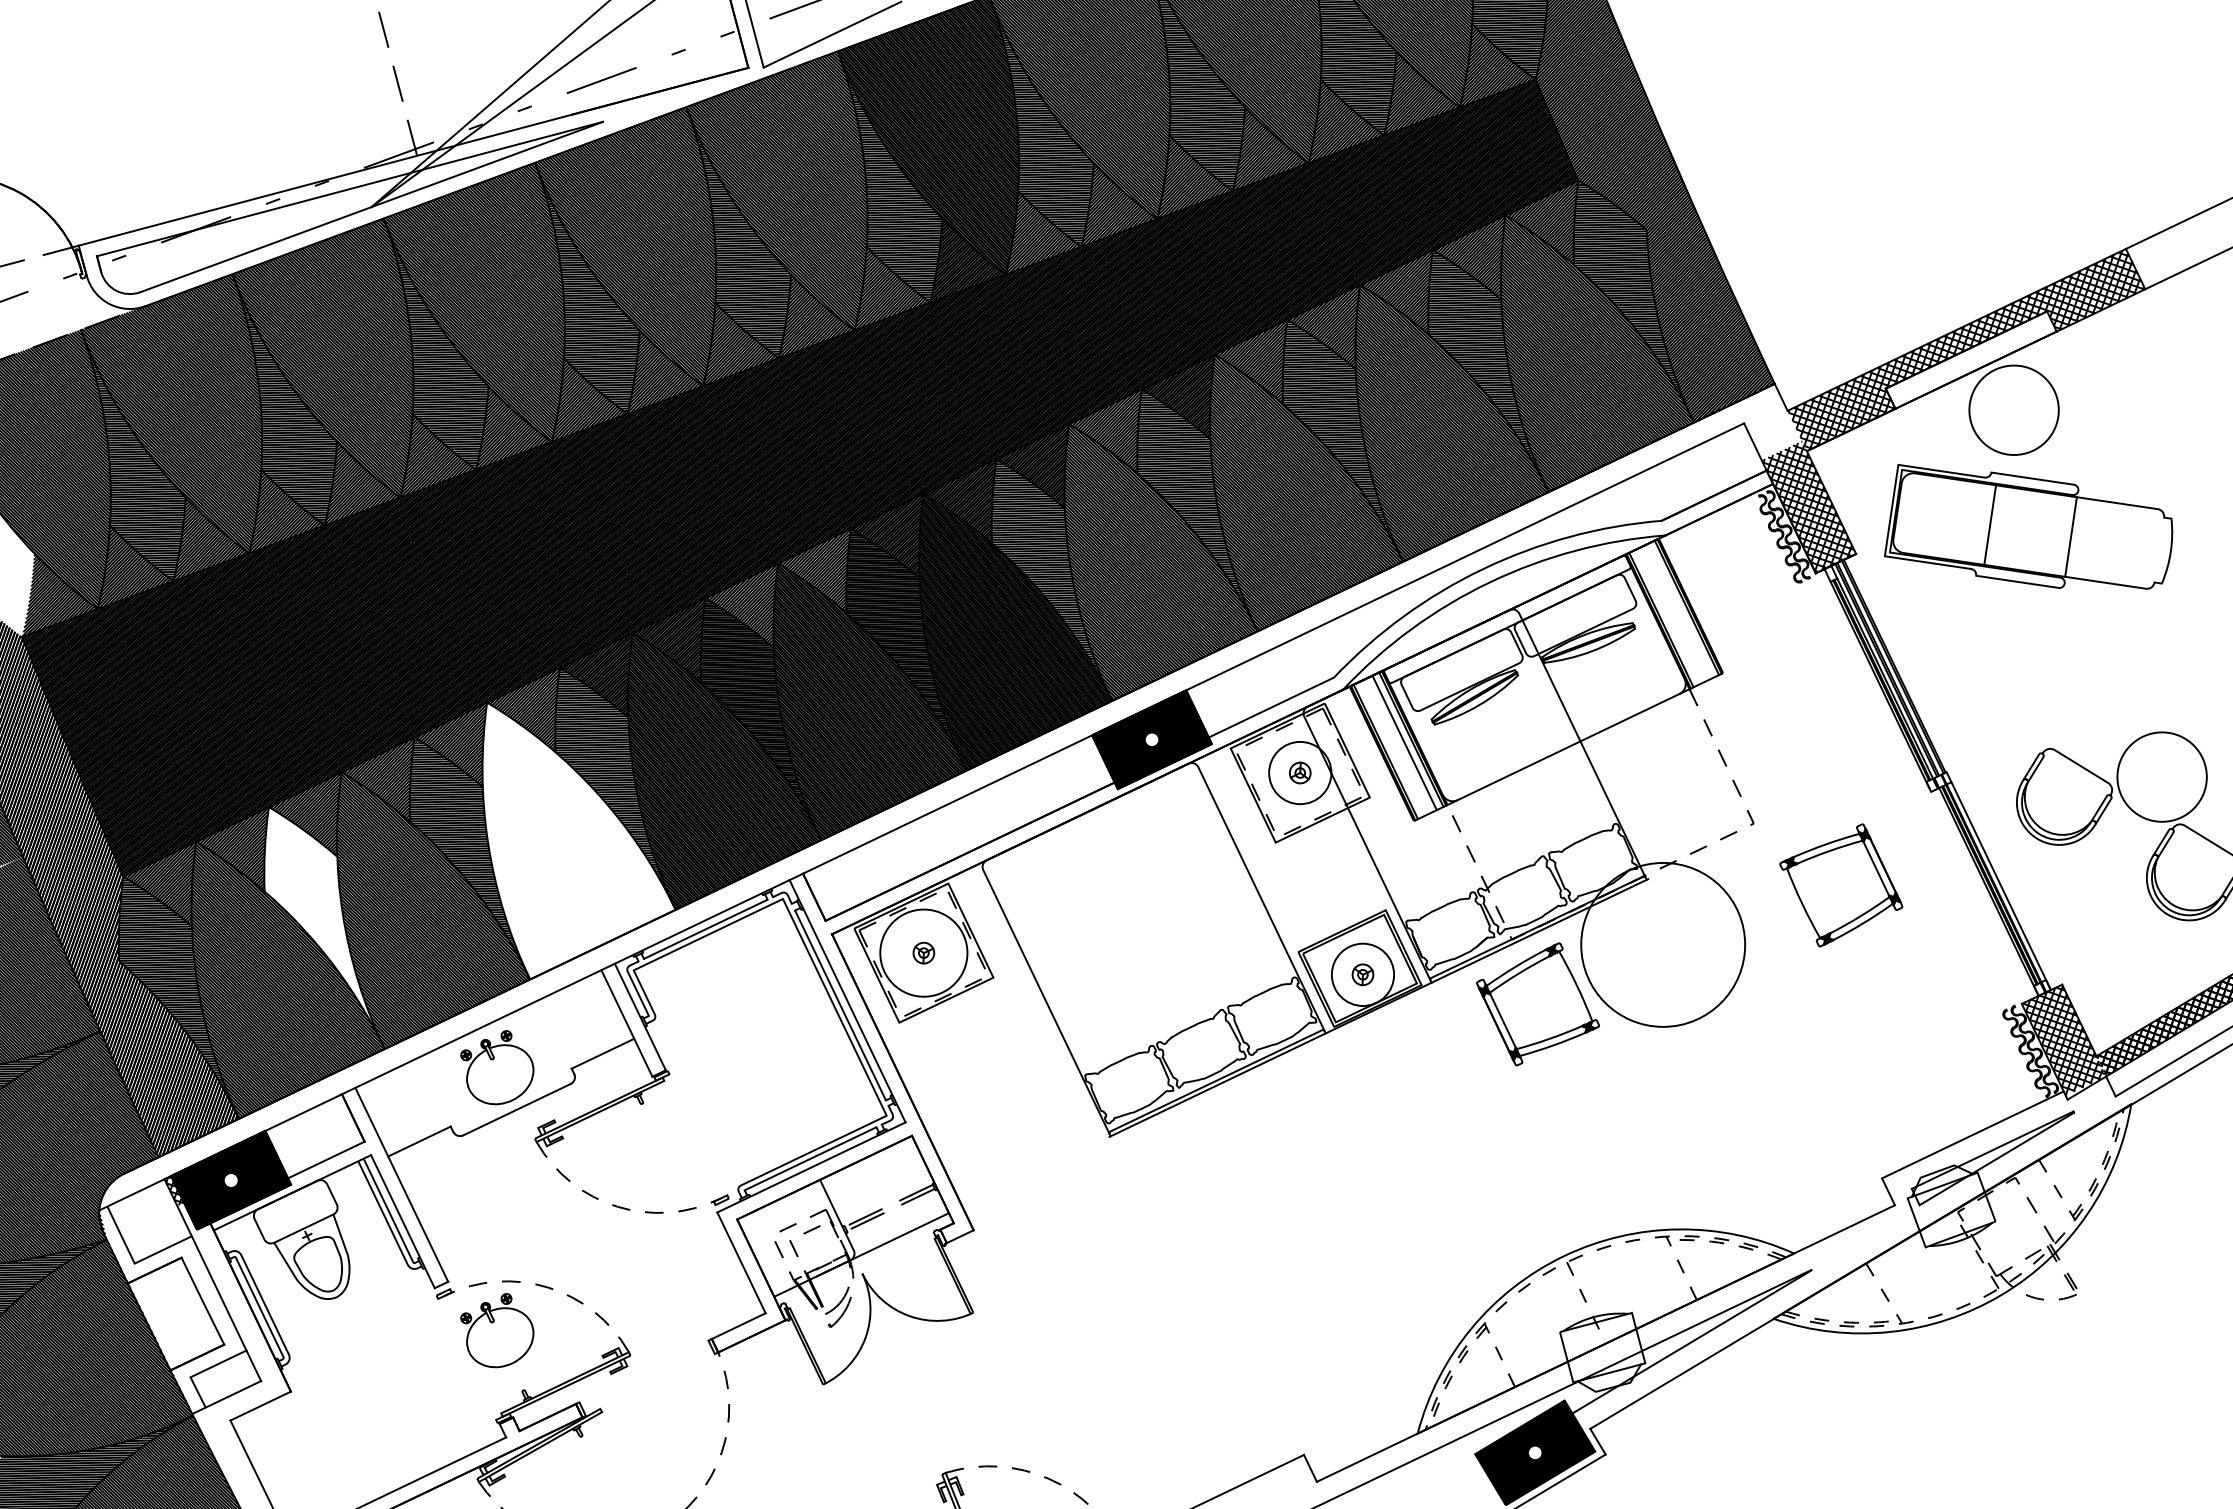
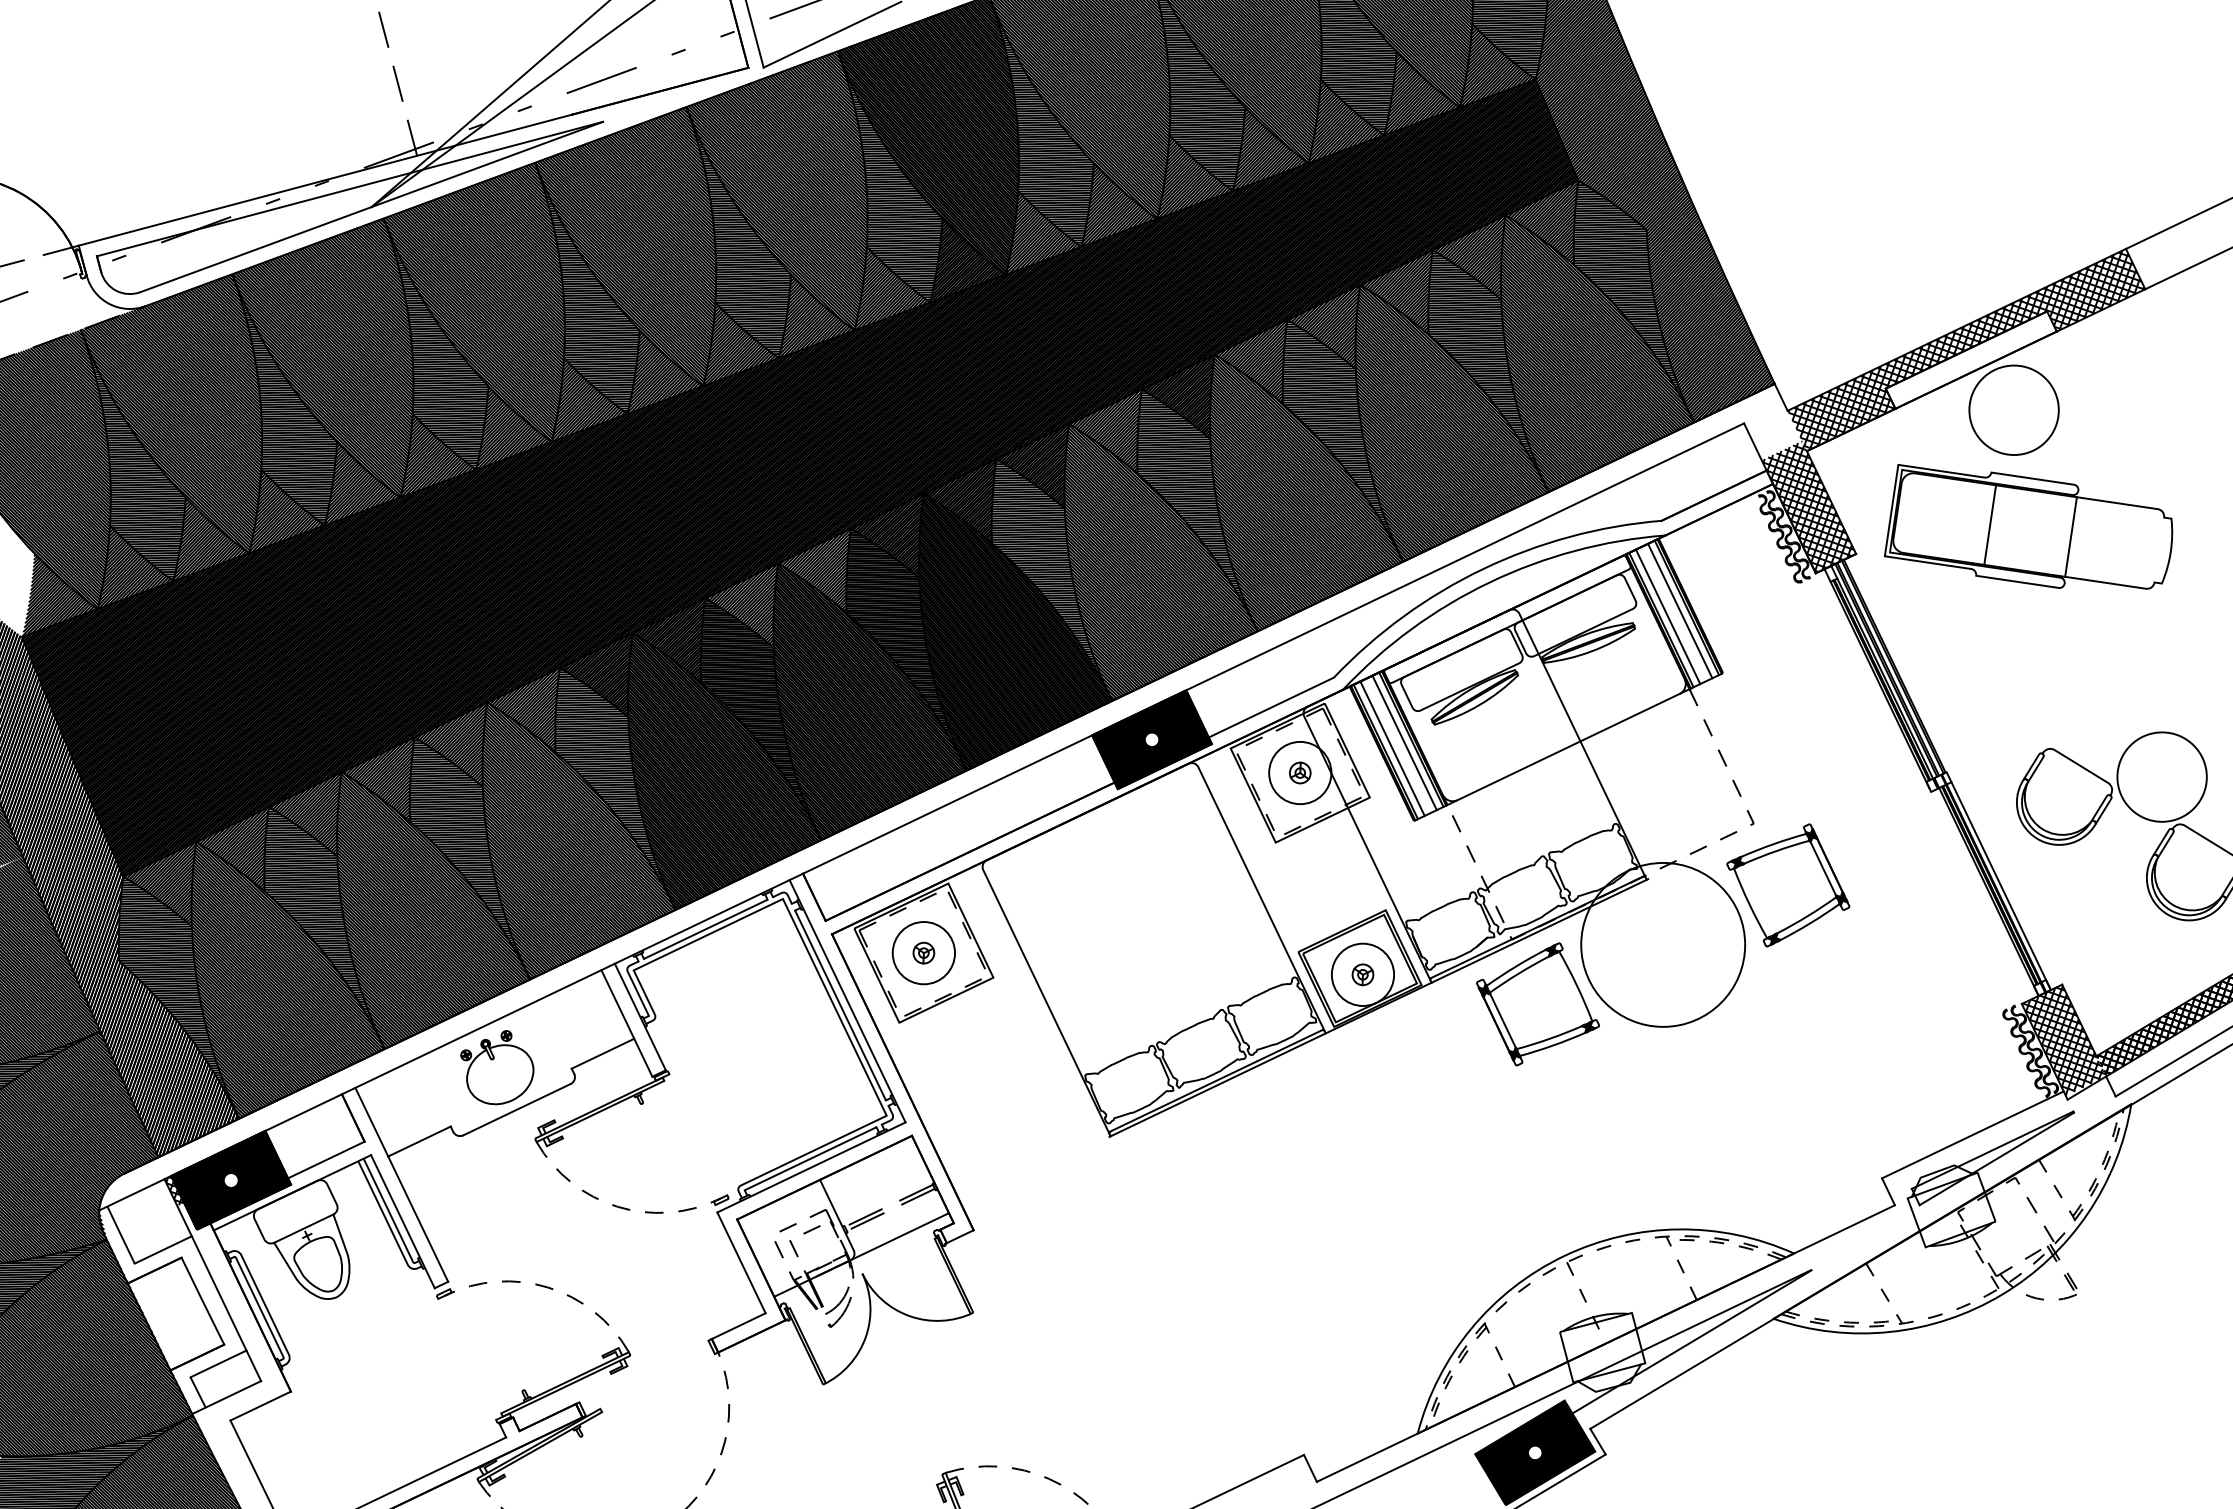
line at (1680, 610): none -> present
line at (1667, 616): none -> present
line at (1392, 748): none -> present
hatch at (578, 841): none -> present
part at (1841, 885) position: (1841, 885) -> (1788, 885)
hatch at (323, 927): none -> present
circle at (923, 952) diameter: 87 px -> 62 px
part at (497, 1330): present -> none
